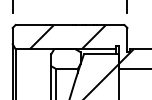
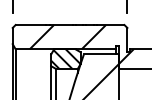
hatch at (65, 59): none -> present
